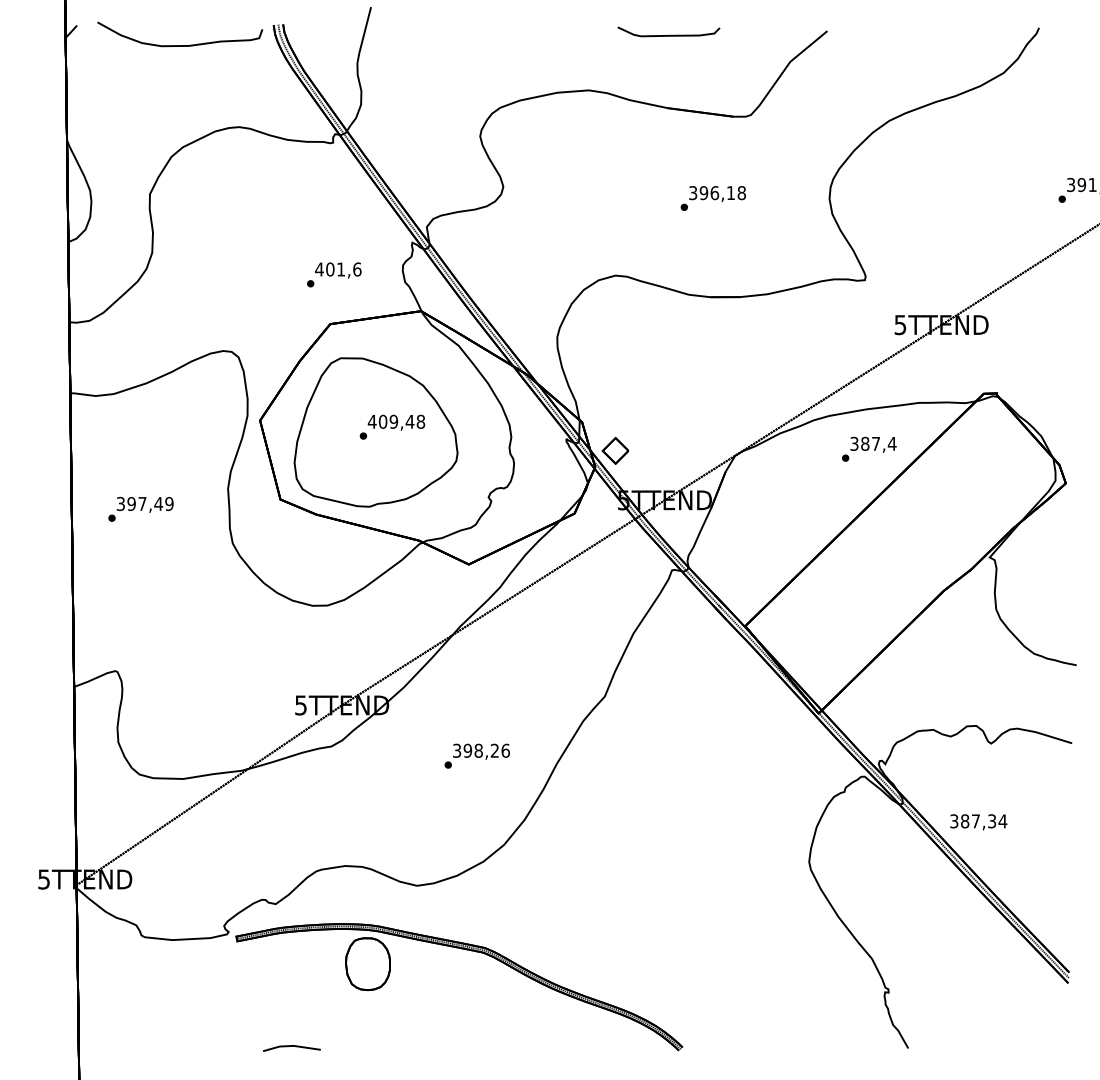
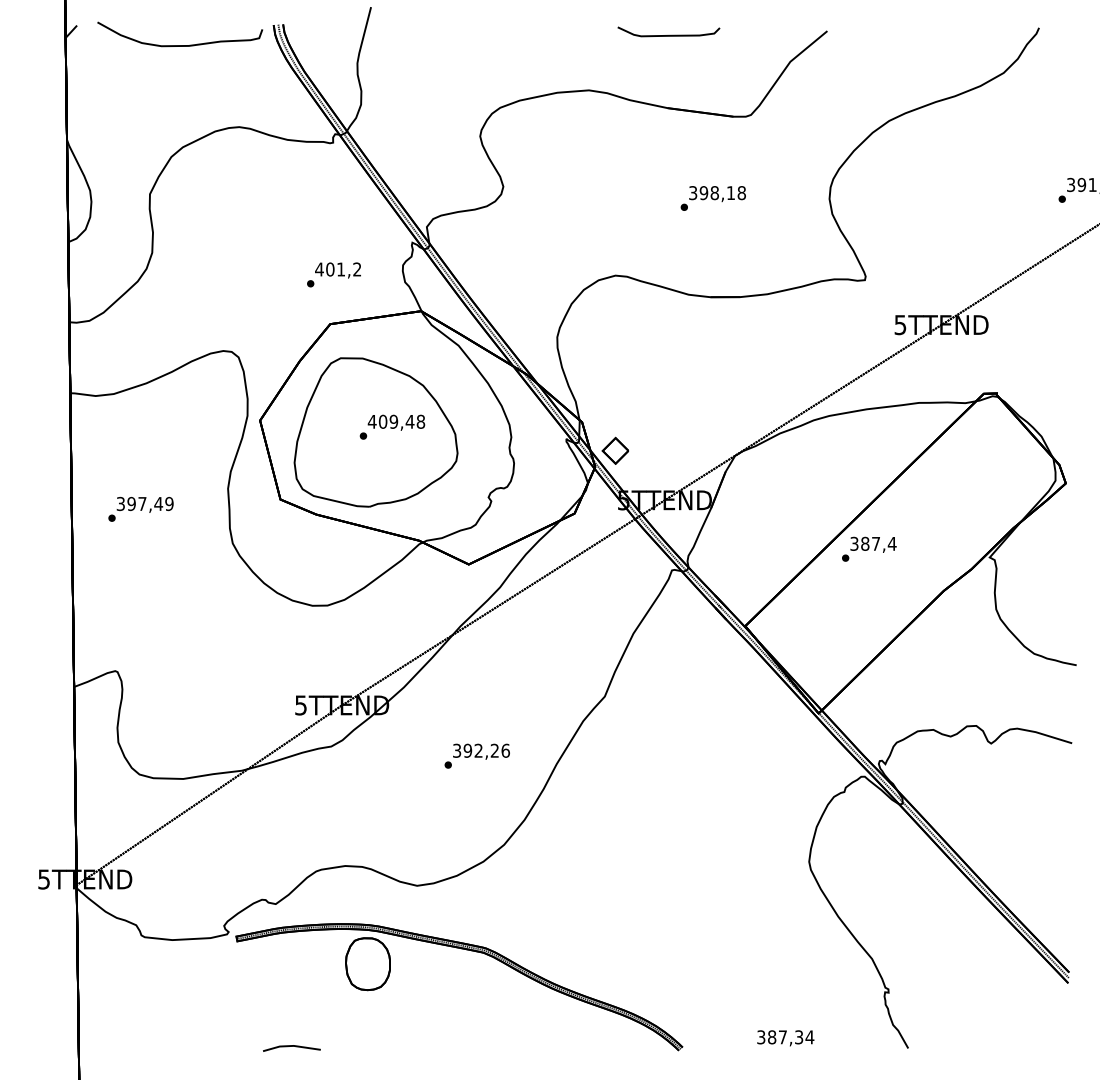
text at (714, 192): 396,18 -> 398,18
text at (357, 269): 401,6 -> 401,2
text at (869, 448) position: (869, 448) -> (869, 548)
text at (478, 750): 398,26 -> 392,26
text at (978, 822) position: (978, 822) -> (785, 1038)
